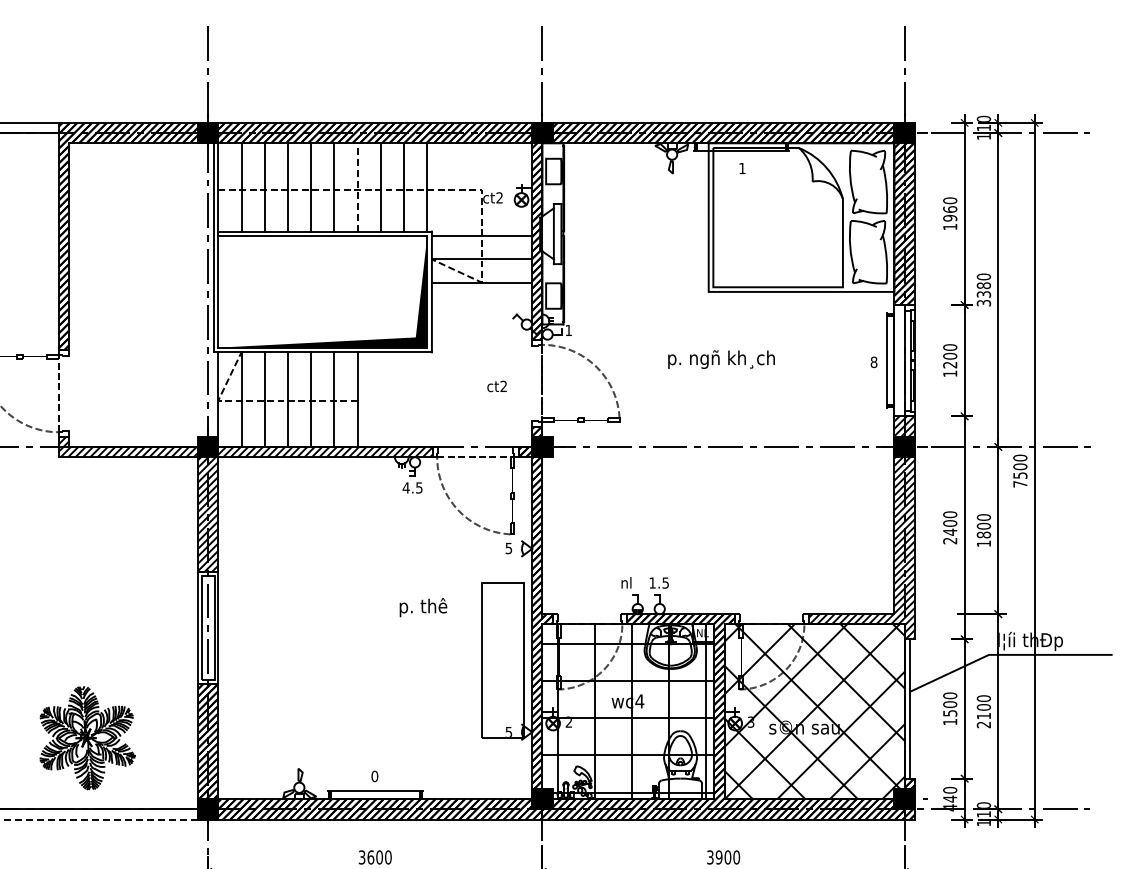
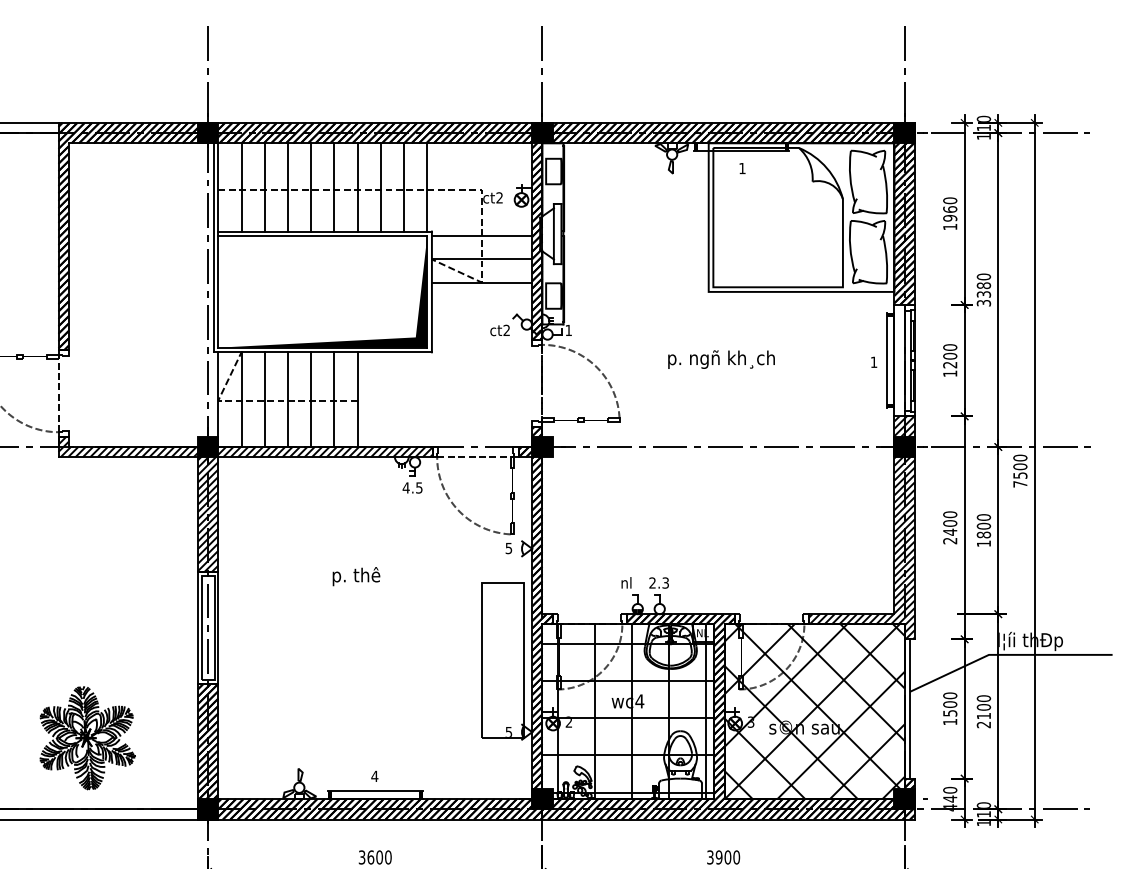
line at (357, 186): dashed -> solid
text at (873, 362): 8 -> 1
text at (496, 386) position: (496, 386) -> (499, 330)
text at (658, 582): 1.5 -> 2.3
text at (423, 607) position: (423, 607) -> (356, 576)
text at (374, 776): 0 -> 4
line at (99, 819): dashed -> solid
